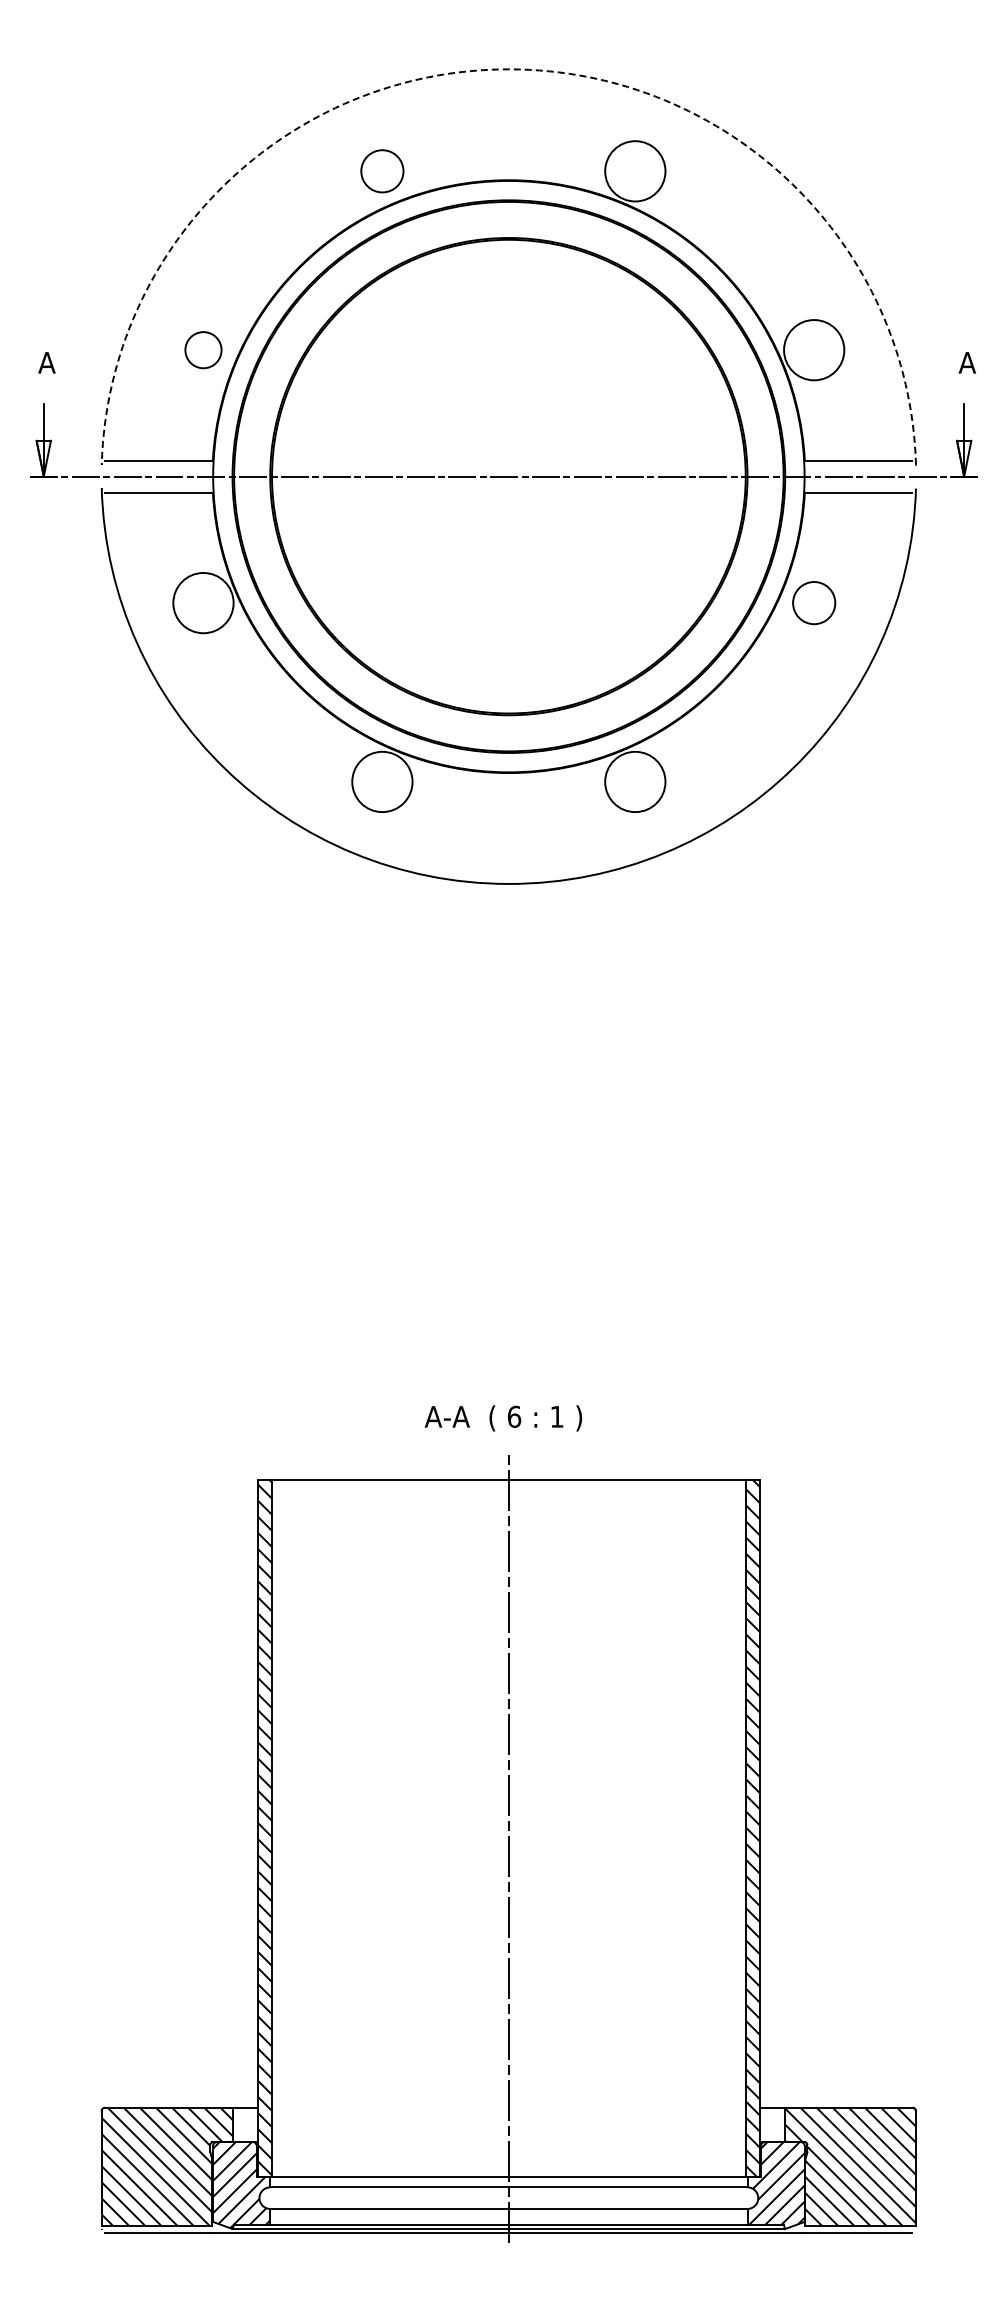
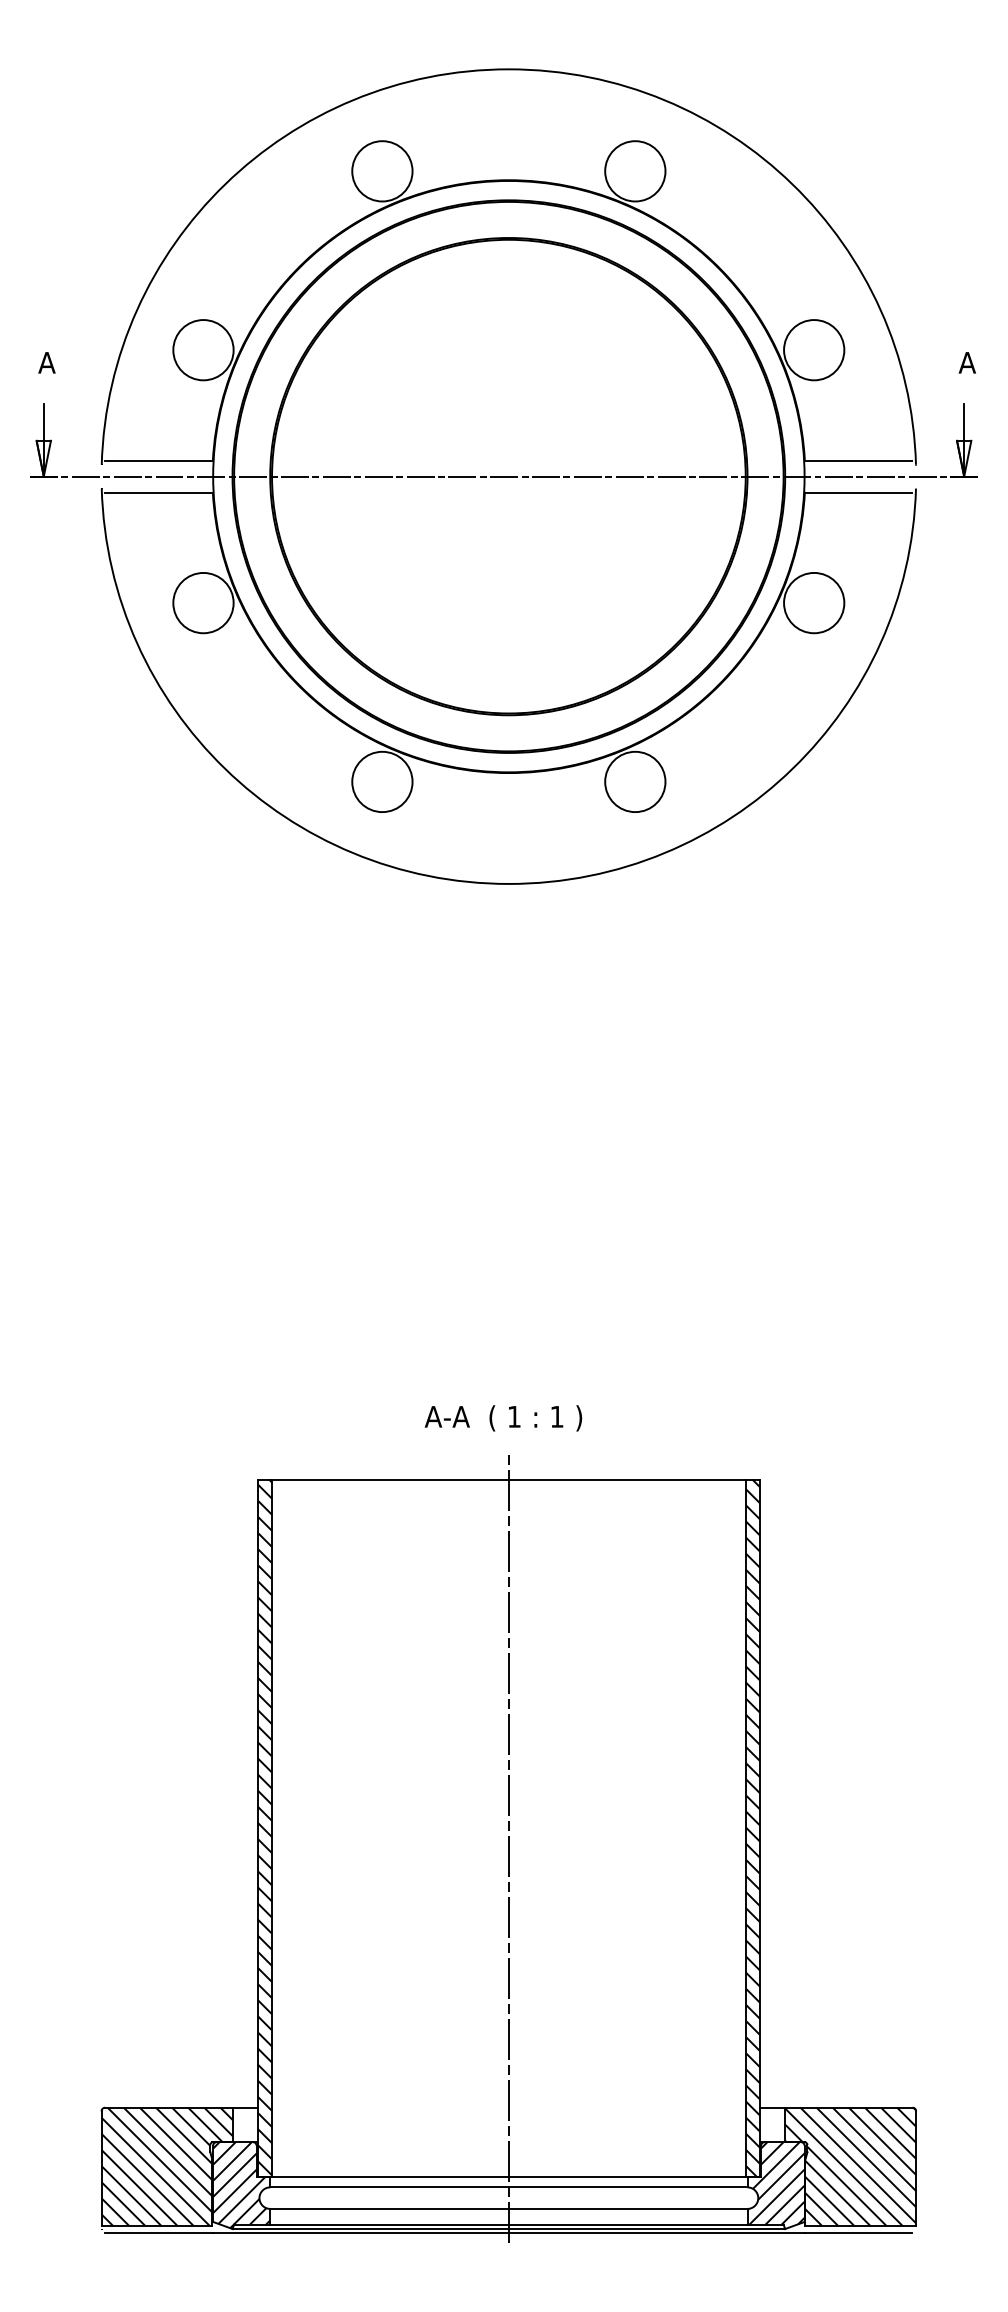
arc at (508, 69): dashed -> solid
circle at (382, 171) diameter: 42 px -> 60 px
circle at (203, 350) diameter: 36 px -> 60 px
circle at (814, 603) diameter: 42 px -> 60 px
text at (514, 1416): 6 -> 1
